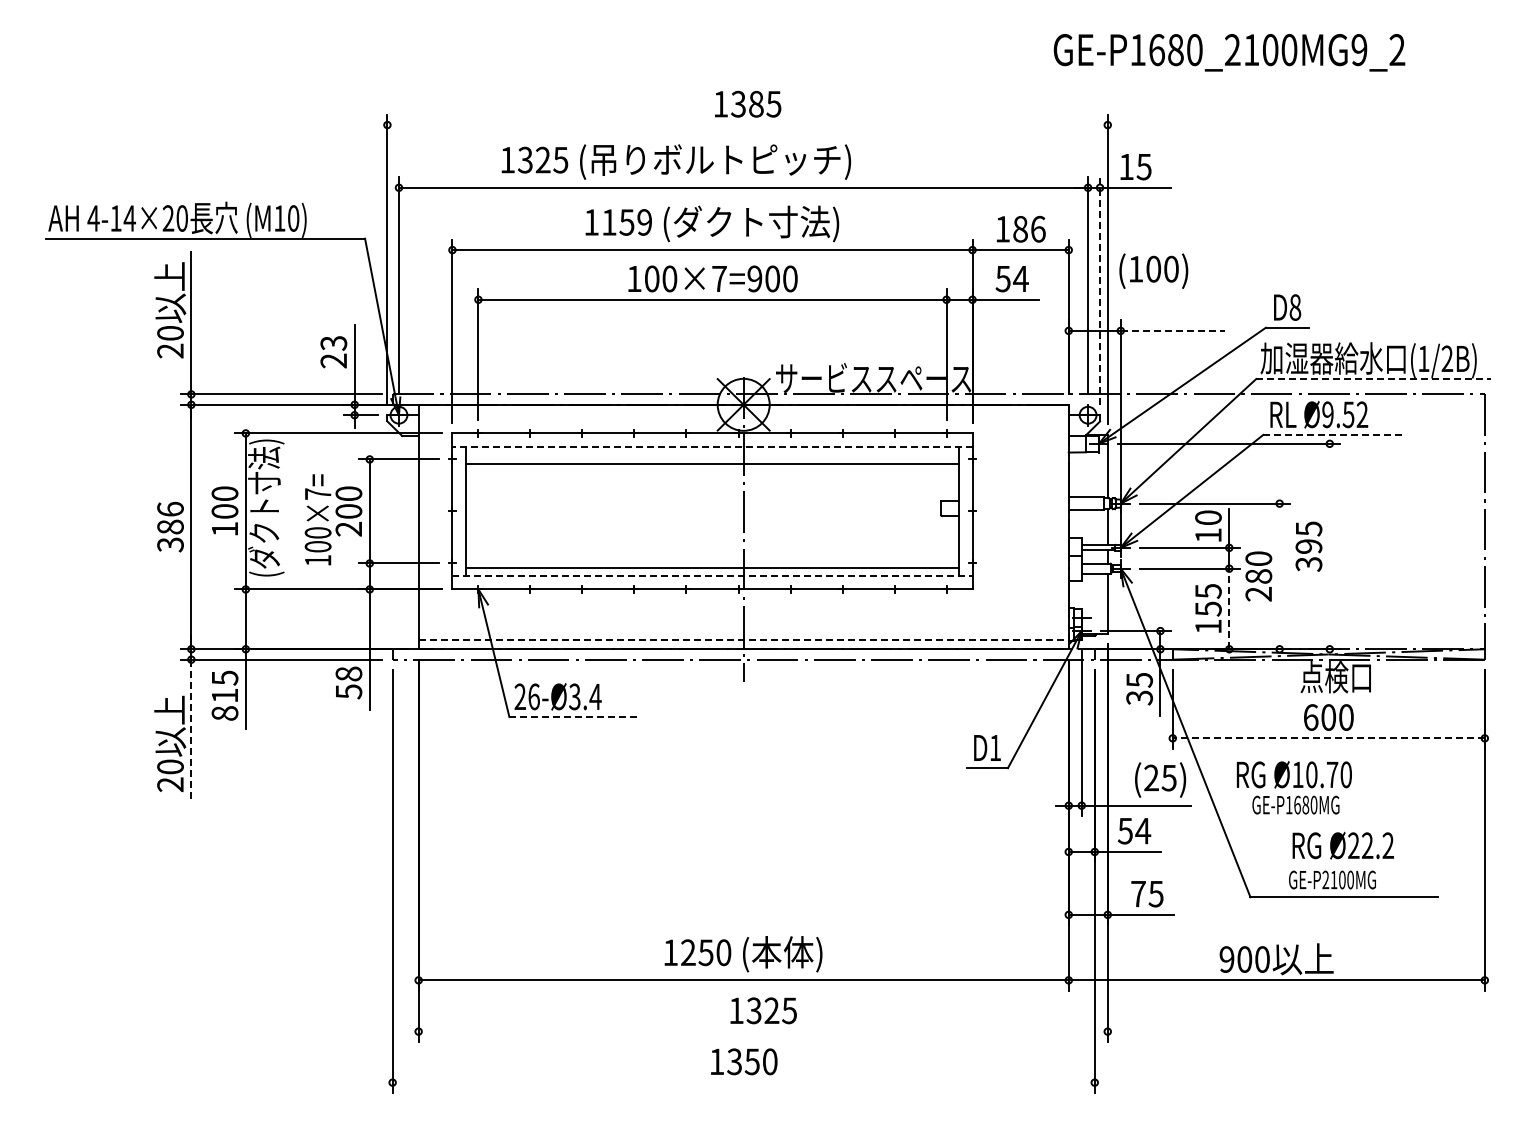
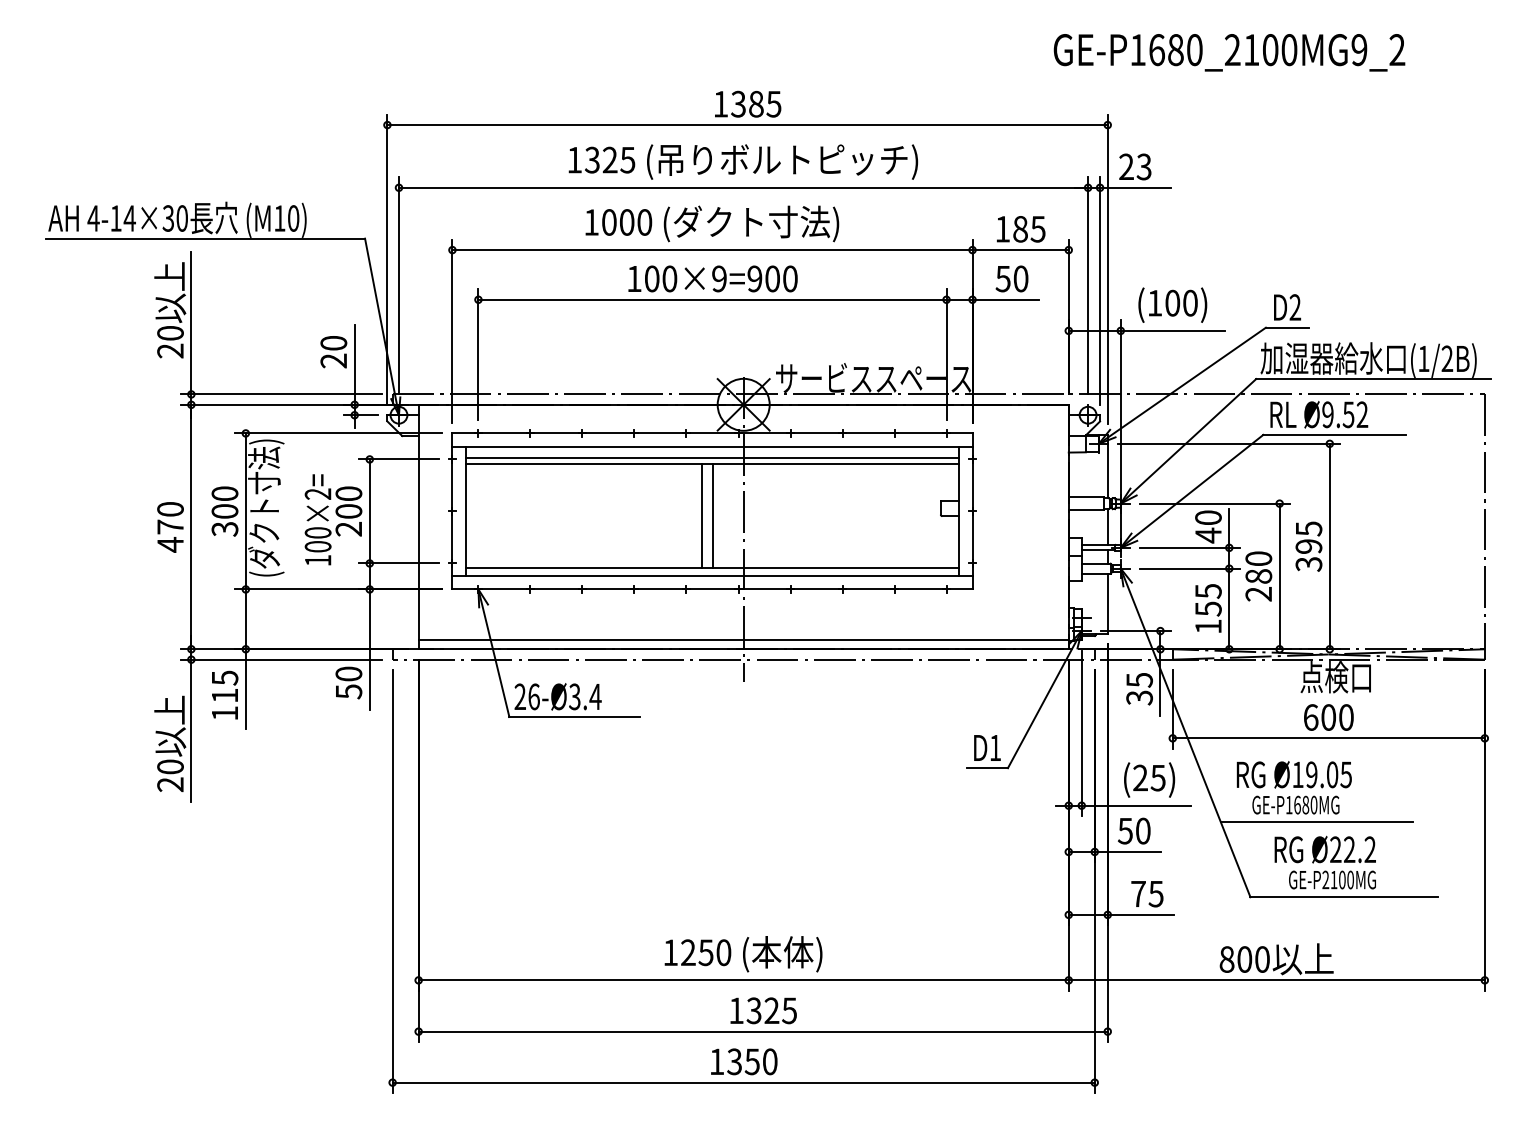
line at (747, 125): none -> present
text at (676, 161) position: (676, 161) -> (743, 161)
text at (1135, 166): 15 -> 23
text at (168, 218): 4-14×20 -> 4-14×30
text at (627, 222): 1159 -> 1000
text at (1037, 228): 186 -> 185
text at (1153, 270) position: (1153, 270) -> (1172, 304)
text at (719, 278): 100×7=900 -> 100×9=900
text at (1020, 278): 54 -> 50
line at (1100, 291): dashed -> solid
text at (1295, 307): D8 -> D2
line at (1173, 330): dashed -> solid
text at (333, 343): 23 -> 20
line at (1374, 379): dashed -> solid
line at (1335, 434): dashed -> solid
line at (711, 446): dashed -> solid
line at (712, 458): none -> present
text at (317, 493): 100×7= -> 100×2=
line at (702, 515): none -> present
line at (712, 515): none -> present
text at (170, 526): 386 -> 470
text at (224, 529): 100 -> 300
text at (1208, 535): 10 -> 40
line at (1329, 546): none -> present
line at (712, 576): dashed -> solid
line at (1279, 576): none -> present
line at (1229, 608): dashed -> solid
line at (744, 640): dashed -> solid
text at (349, 673): 58 -> 50
text at (224, 713): 815 -> 115
line at (575, 717): dashed -> solid
line at (191, 731): dashed -> solid
line at (1328, 738): dashed -> solid
text at (1328, 774): Ø10.70 -> Ø19.05
text at (1160, 779) position: (1160, 779) -> (1149, 779)
line at (1316, 822): none -> present
text at (1143, 830): 54 -> 50
text at (1342, 845) position: (1342, 845) -> (1324, 849)
text at (1226, 959): 900 -> 800
line at (762, 1031): none -> present
line at (743, 1082): none -> present
